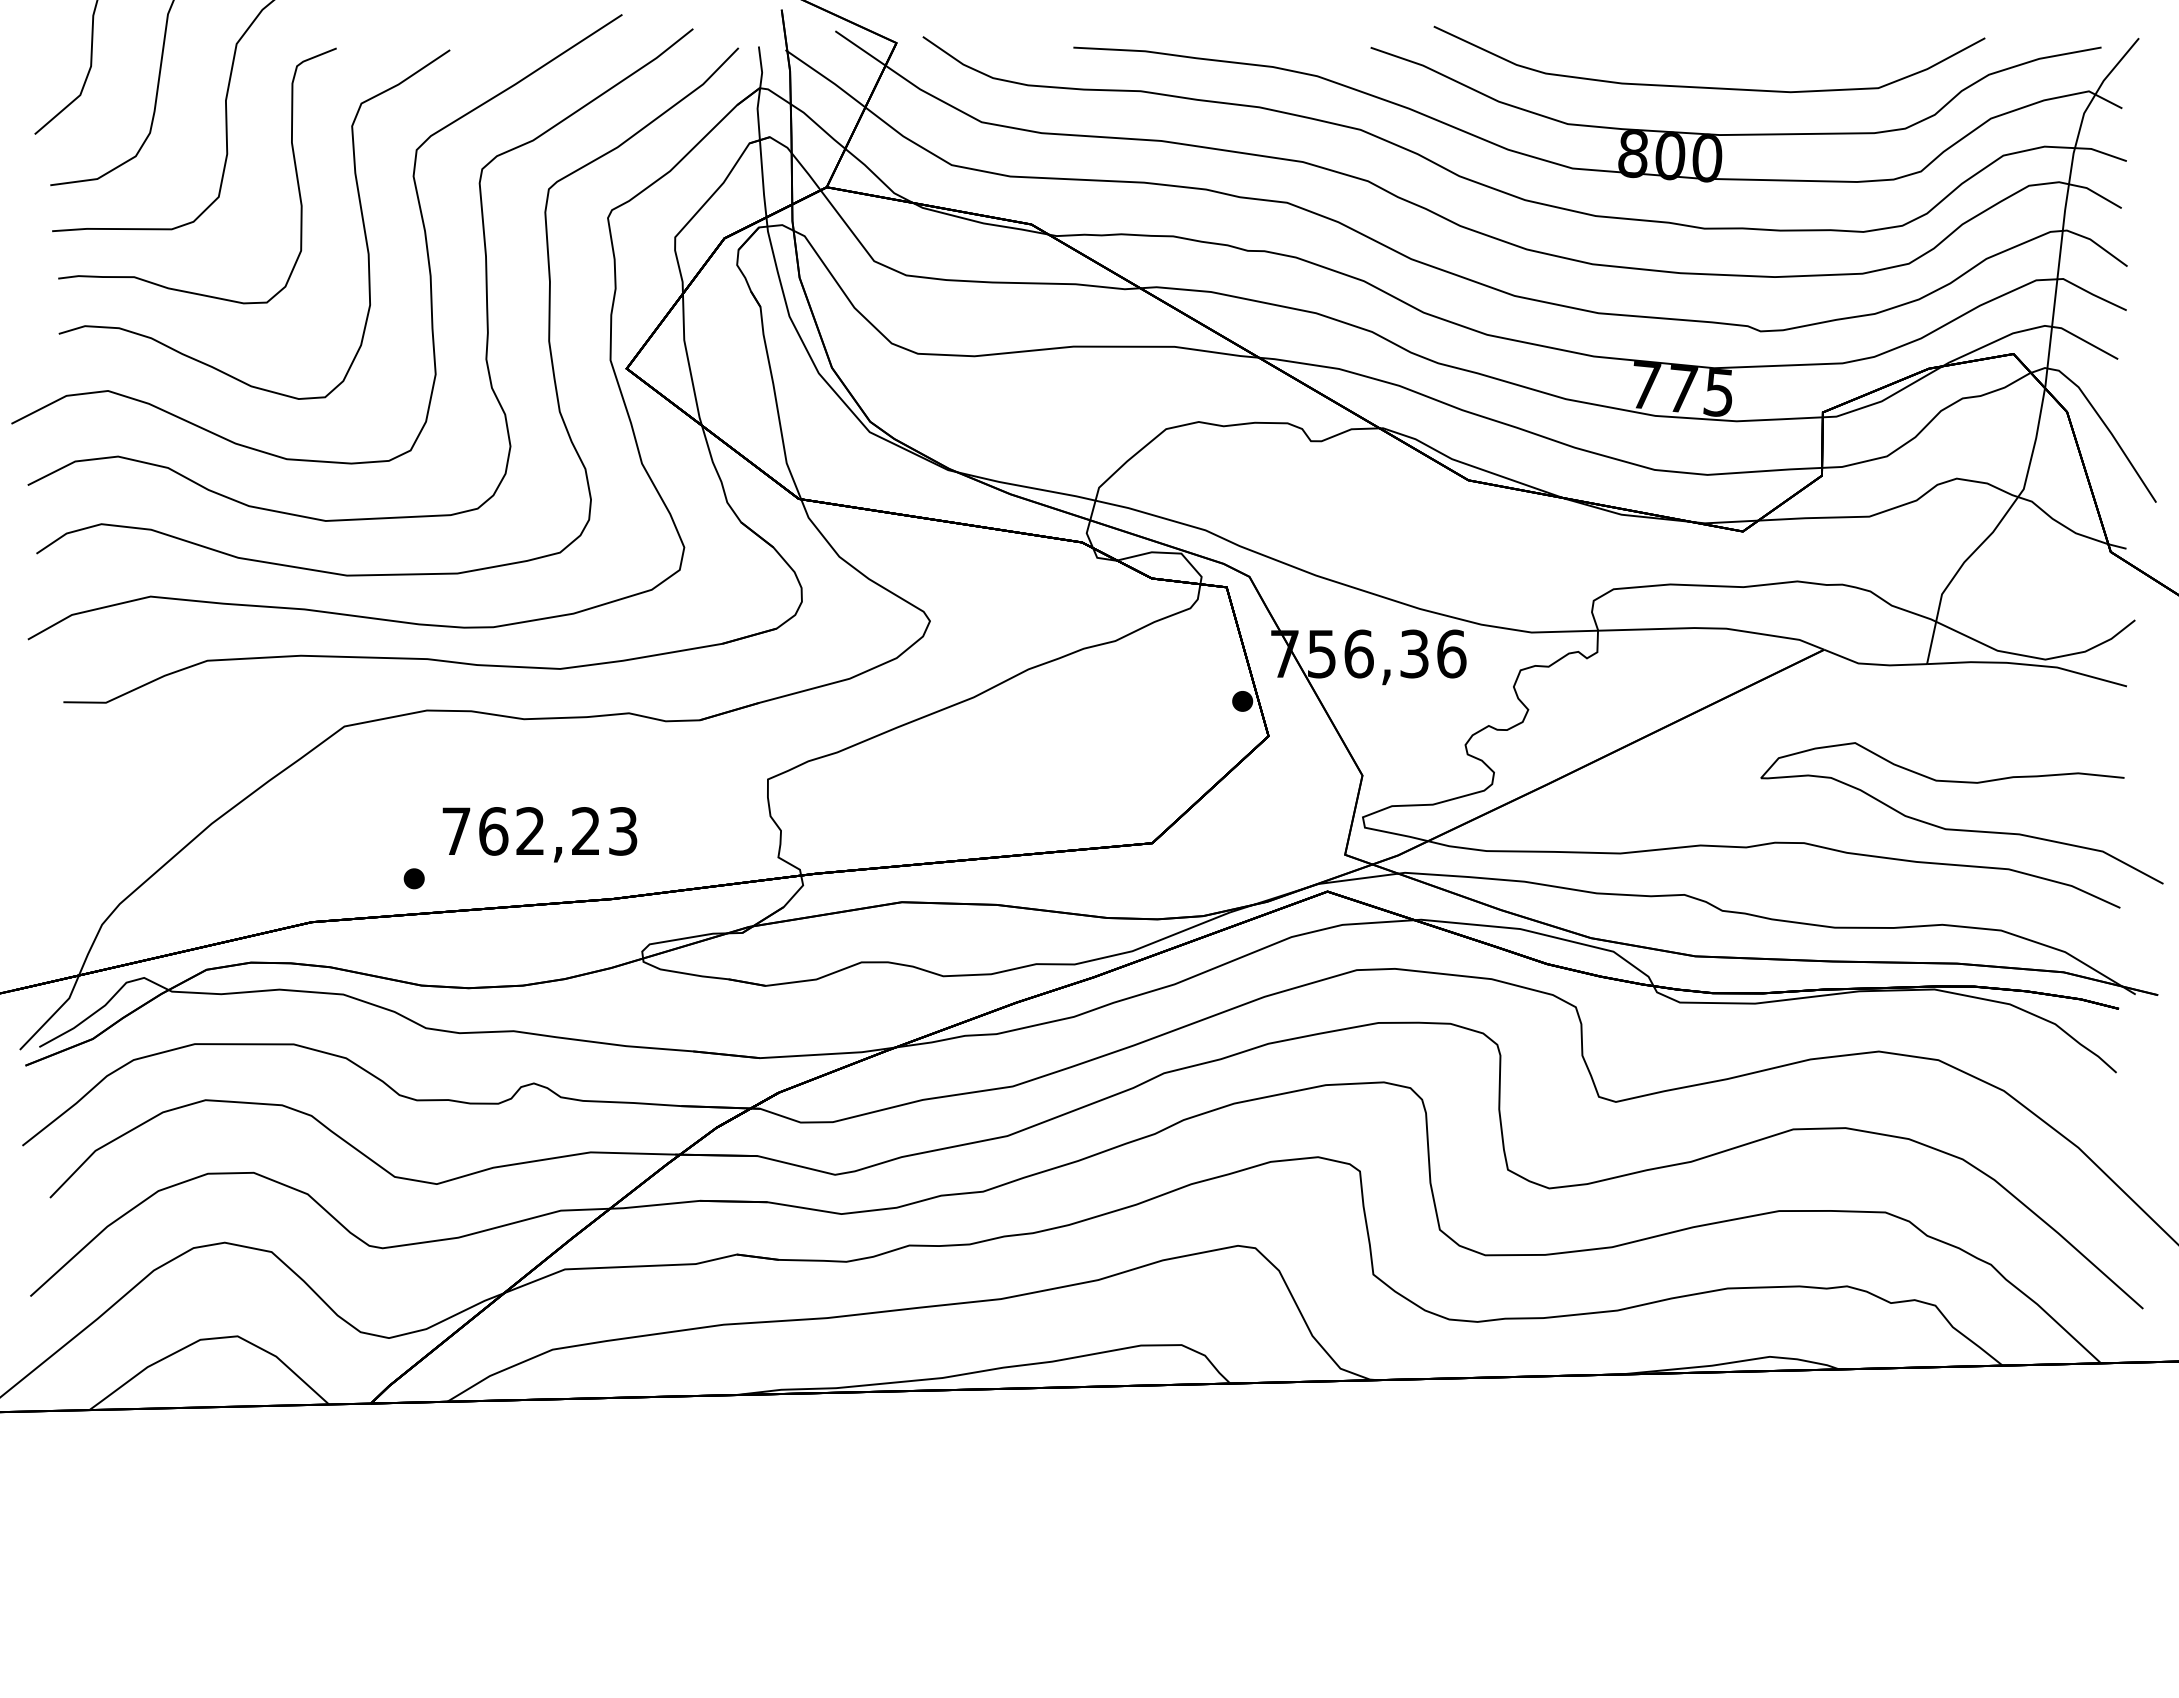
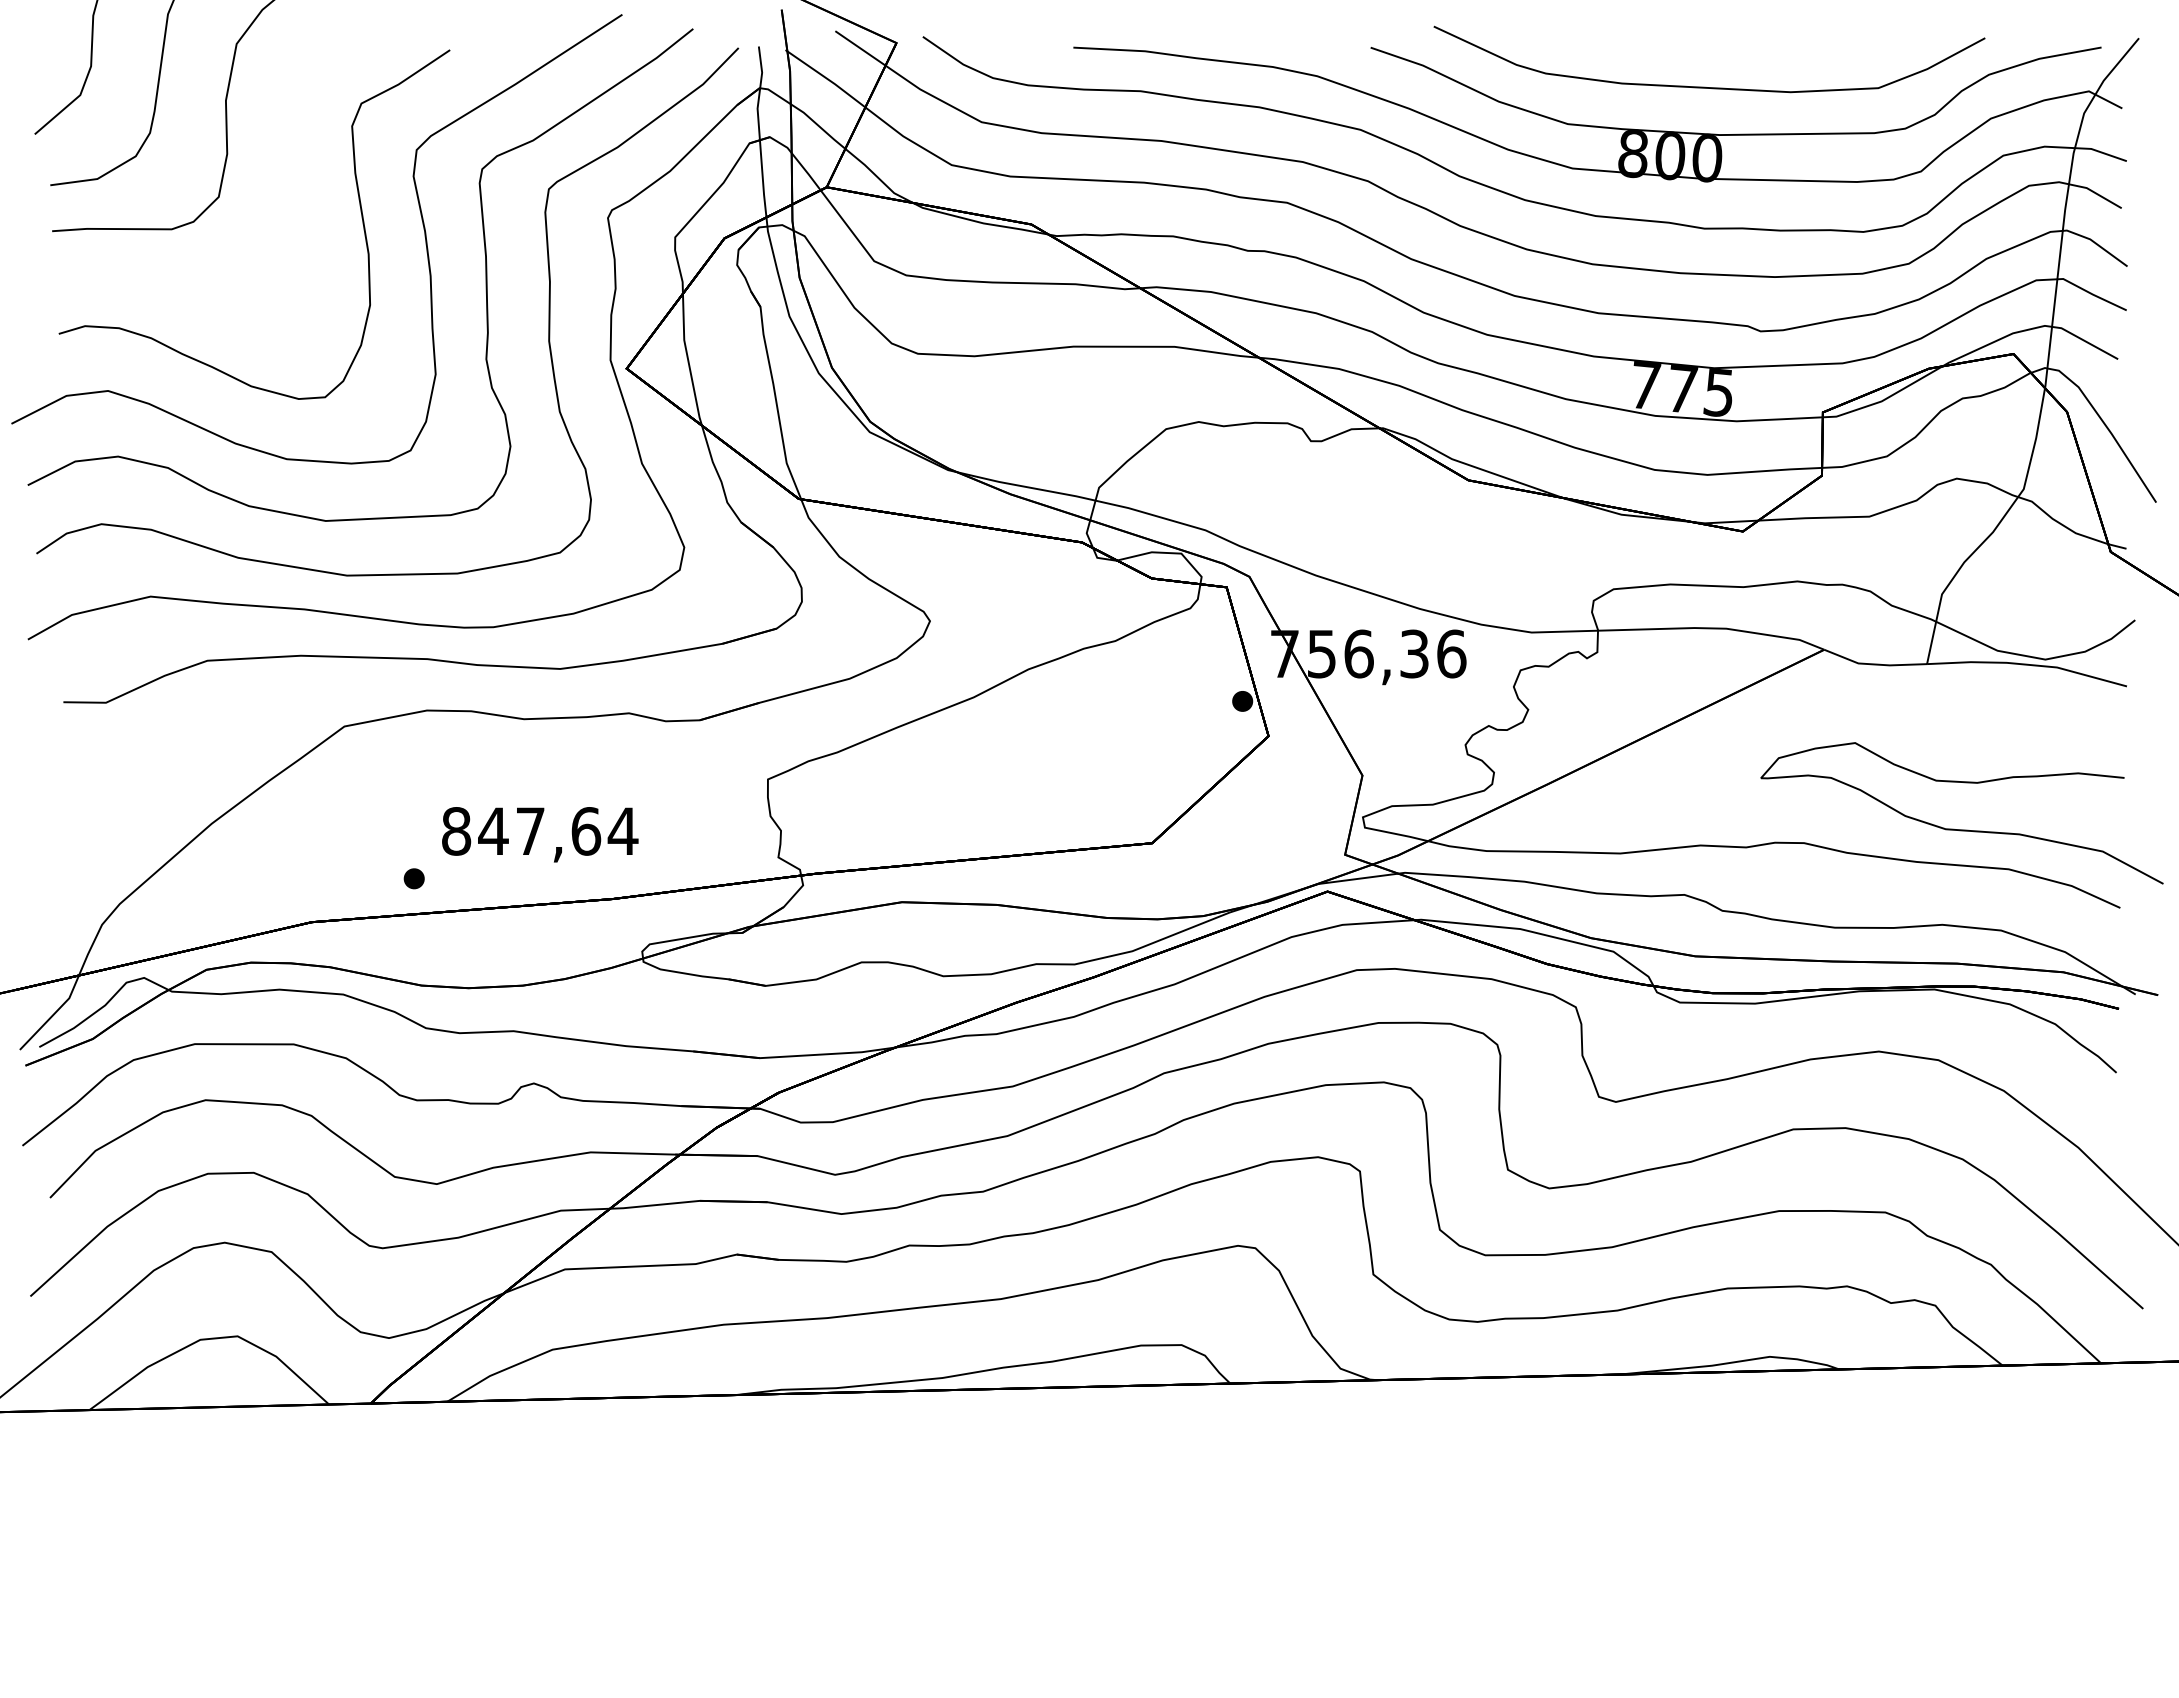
curve at (293, 161): present -> none
text at (540, 831): 762,23 -> 847,64
